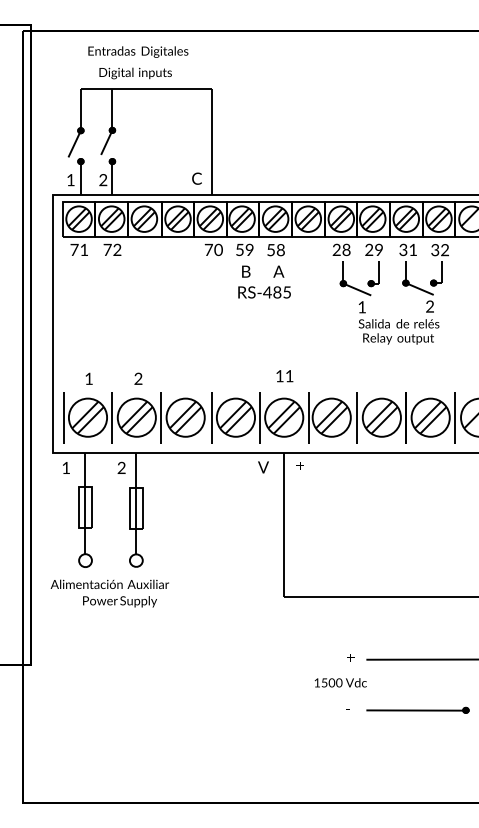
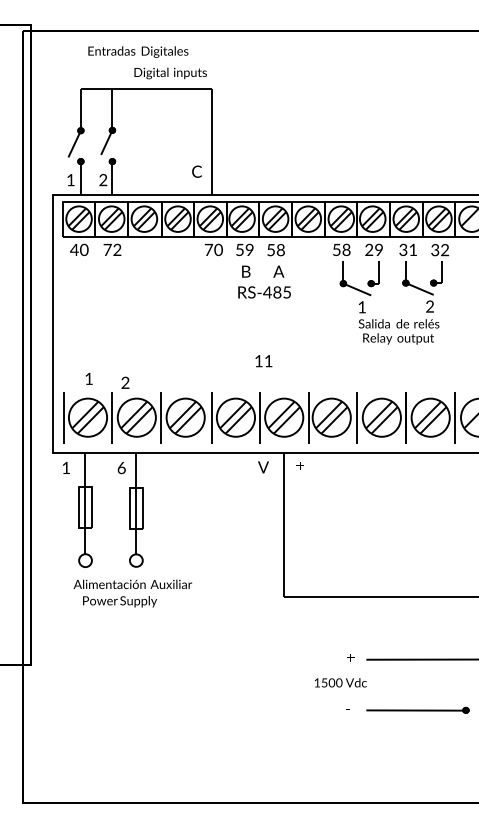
text at (135, 73) position: (135, 73) -> (170, 73)
text at (196, 178) position: (196, 178) -> (196, 171)
text at (79, 249): 71 -> 40
text at (336, 249): 28 -> 58
text at (284, 376) position: (284, 376) -> (263, 361)
text at (138, 378) position: (138, 378) -> (125, 382)
text at (121, 467): 2 -> 6
text at (109, 583) position: (109, 583) -> (132, 583)
